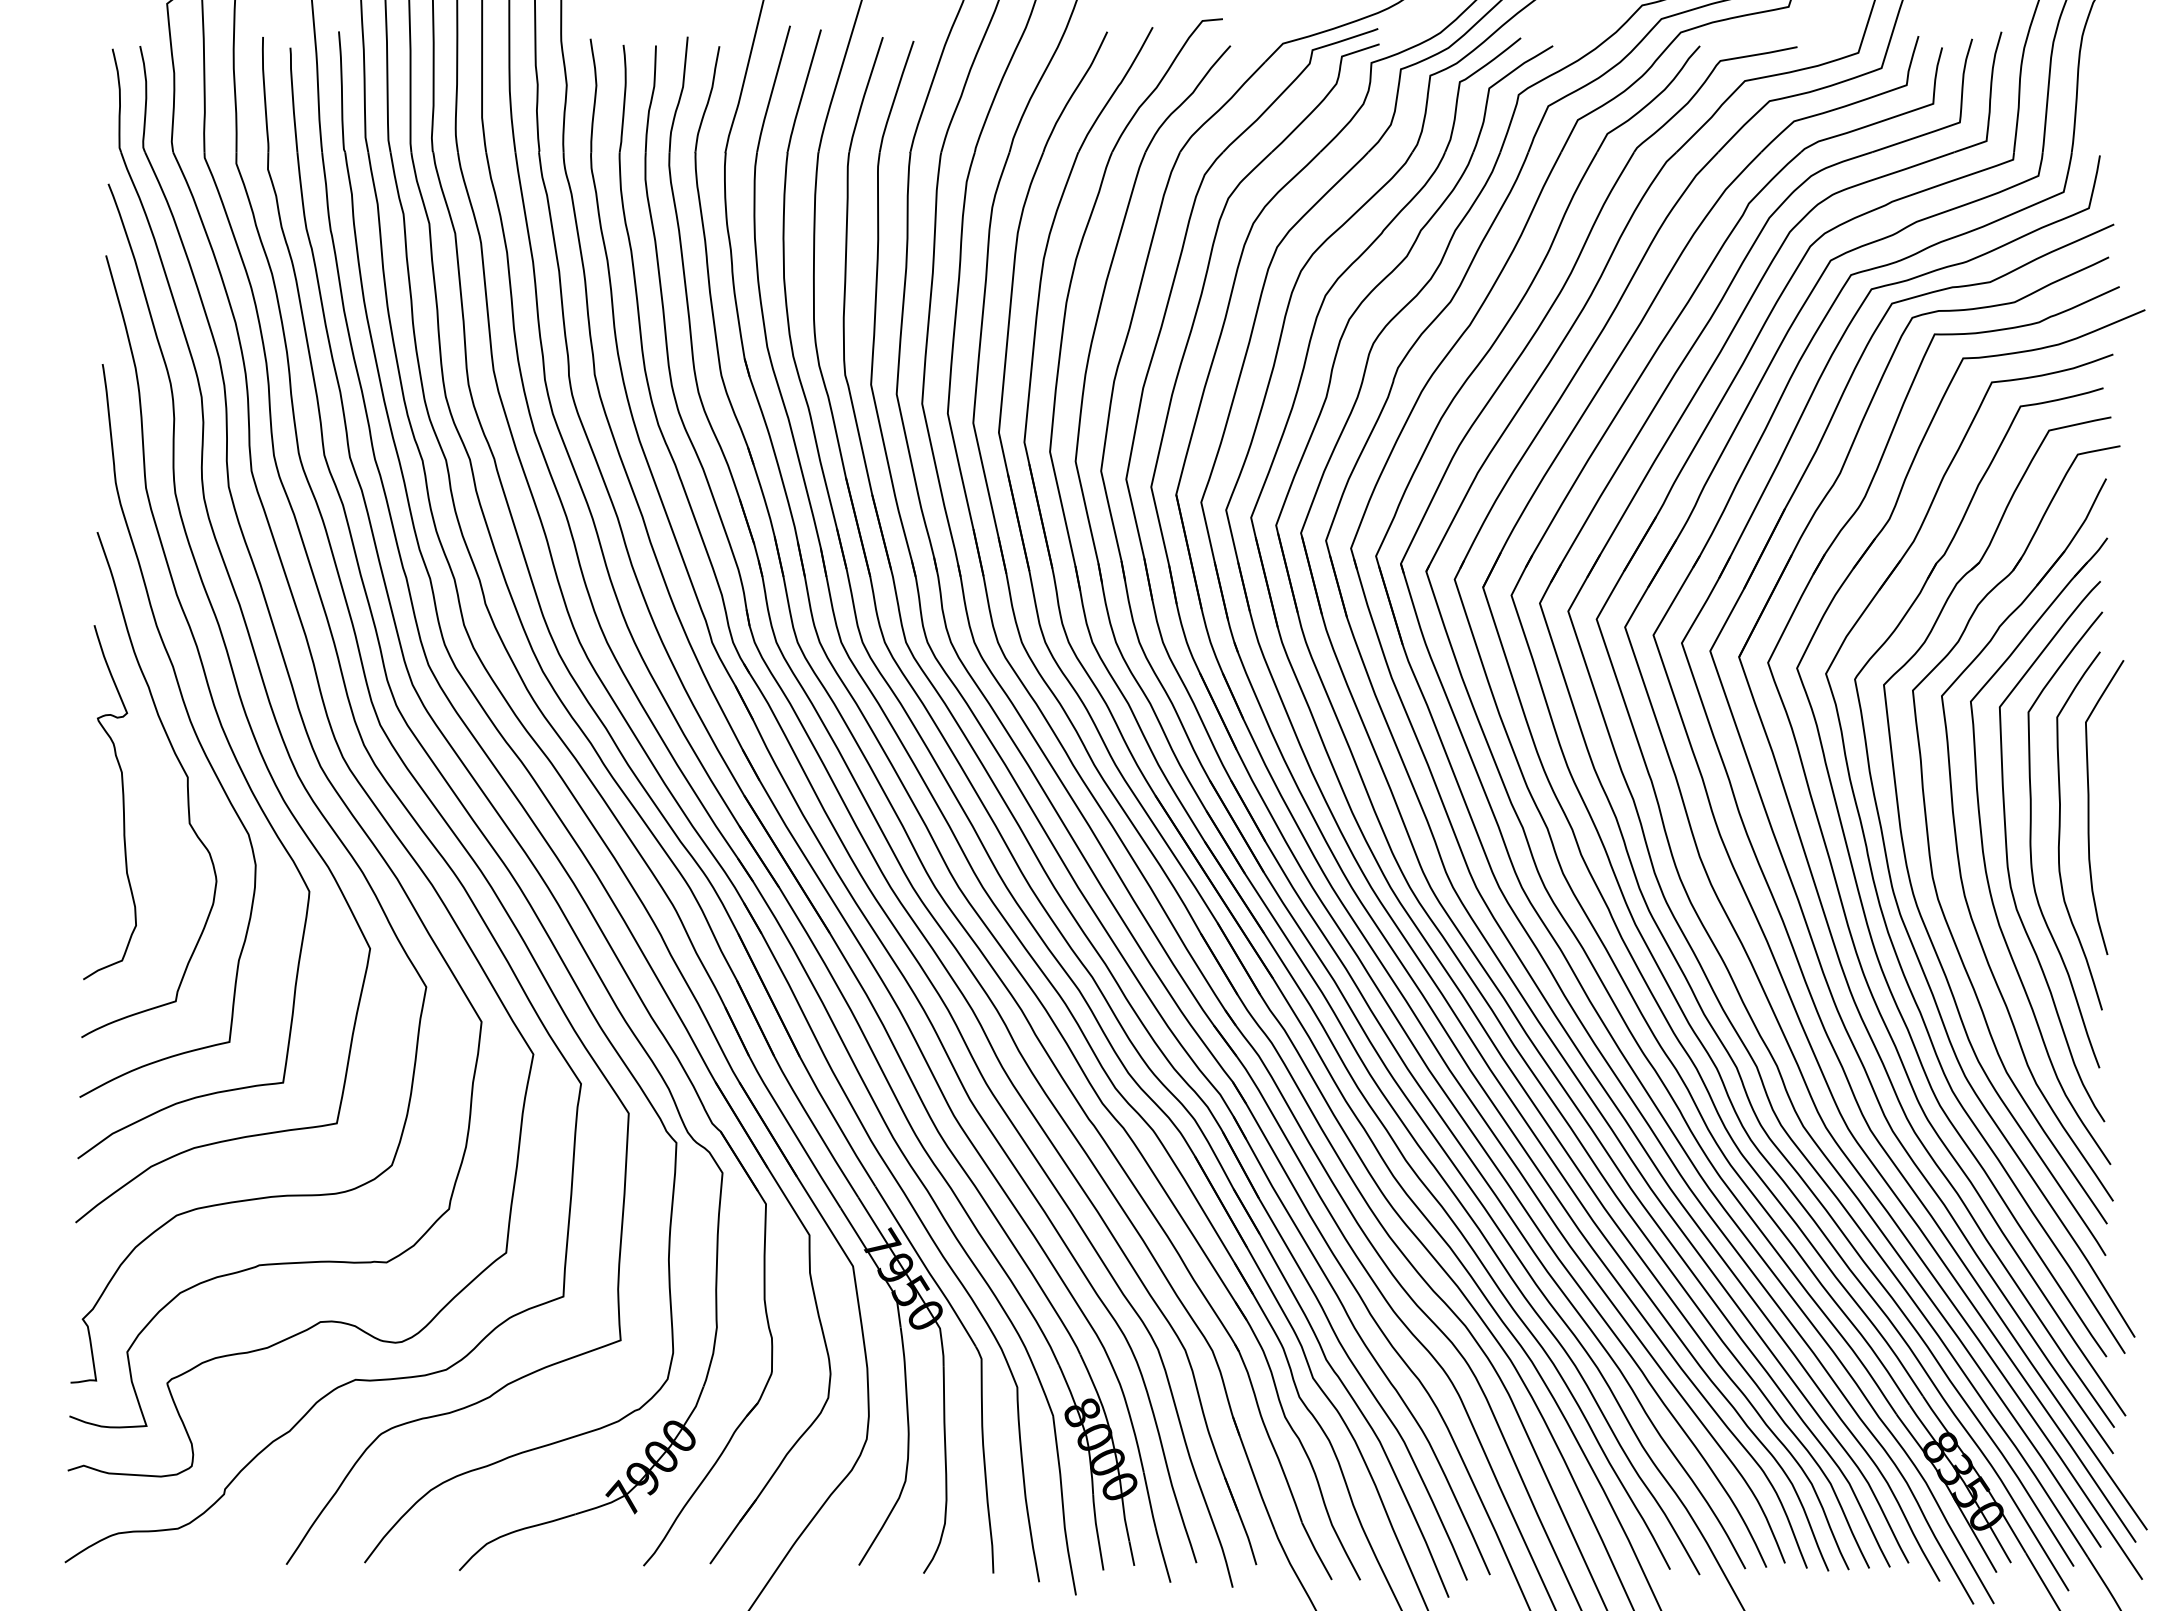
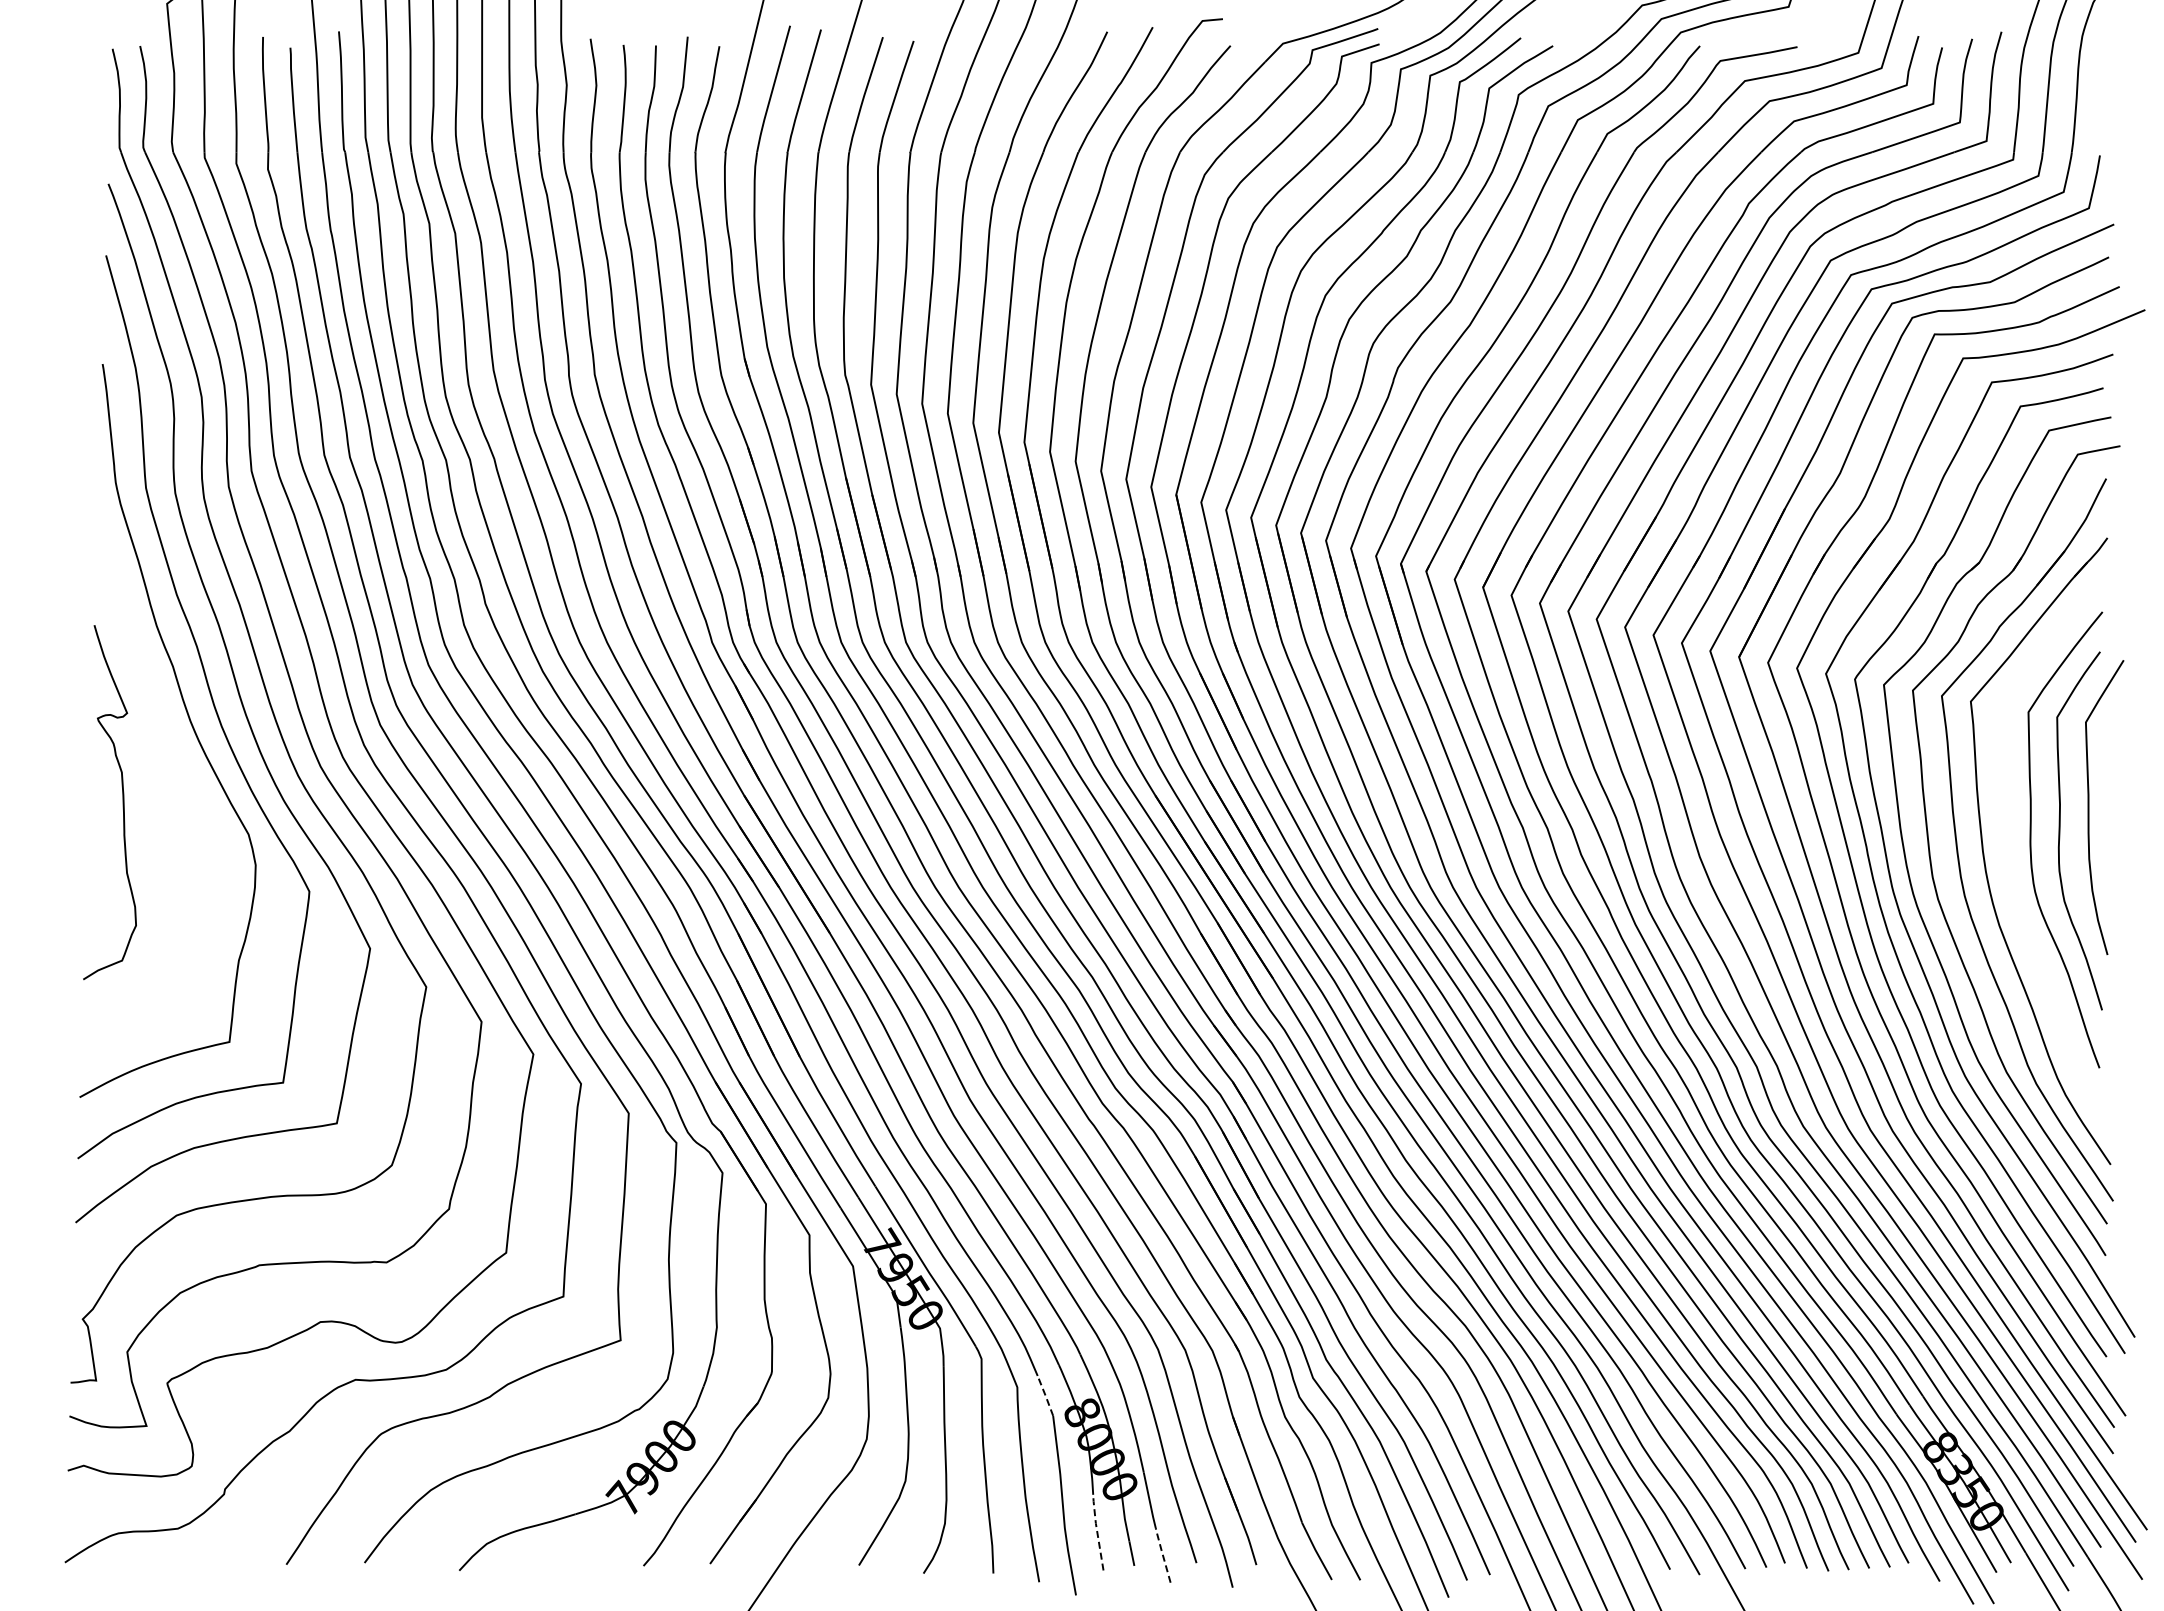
curve at (179, 764): present -> none
curve at (2008, 859): present -> none
line at (1045, 1396): solid -> dashed
line at (1097, 1531): solid -> dashed
line at (1162, 1553): solid -> dashed
